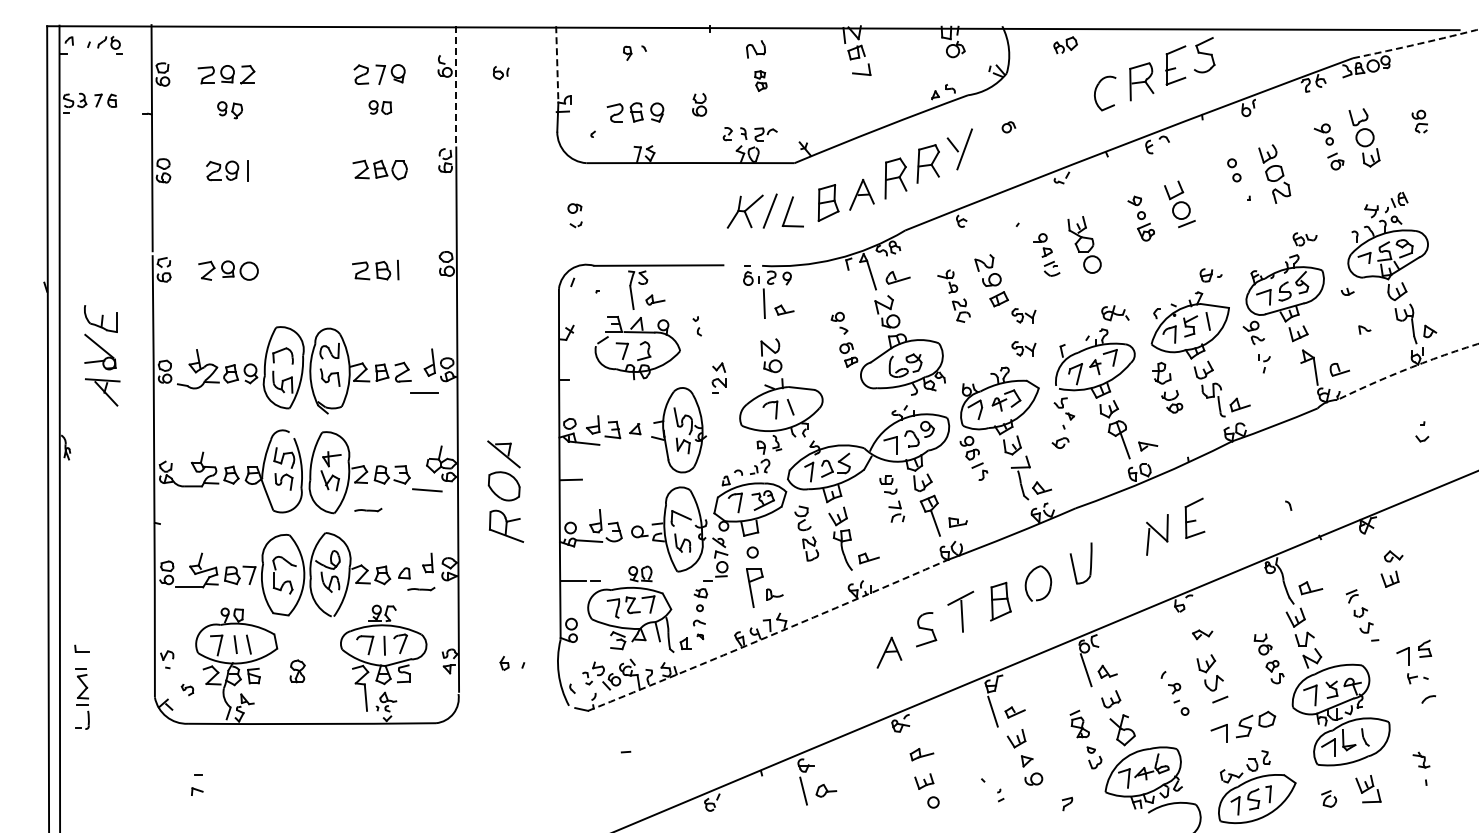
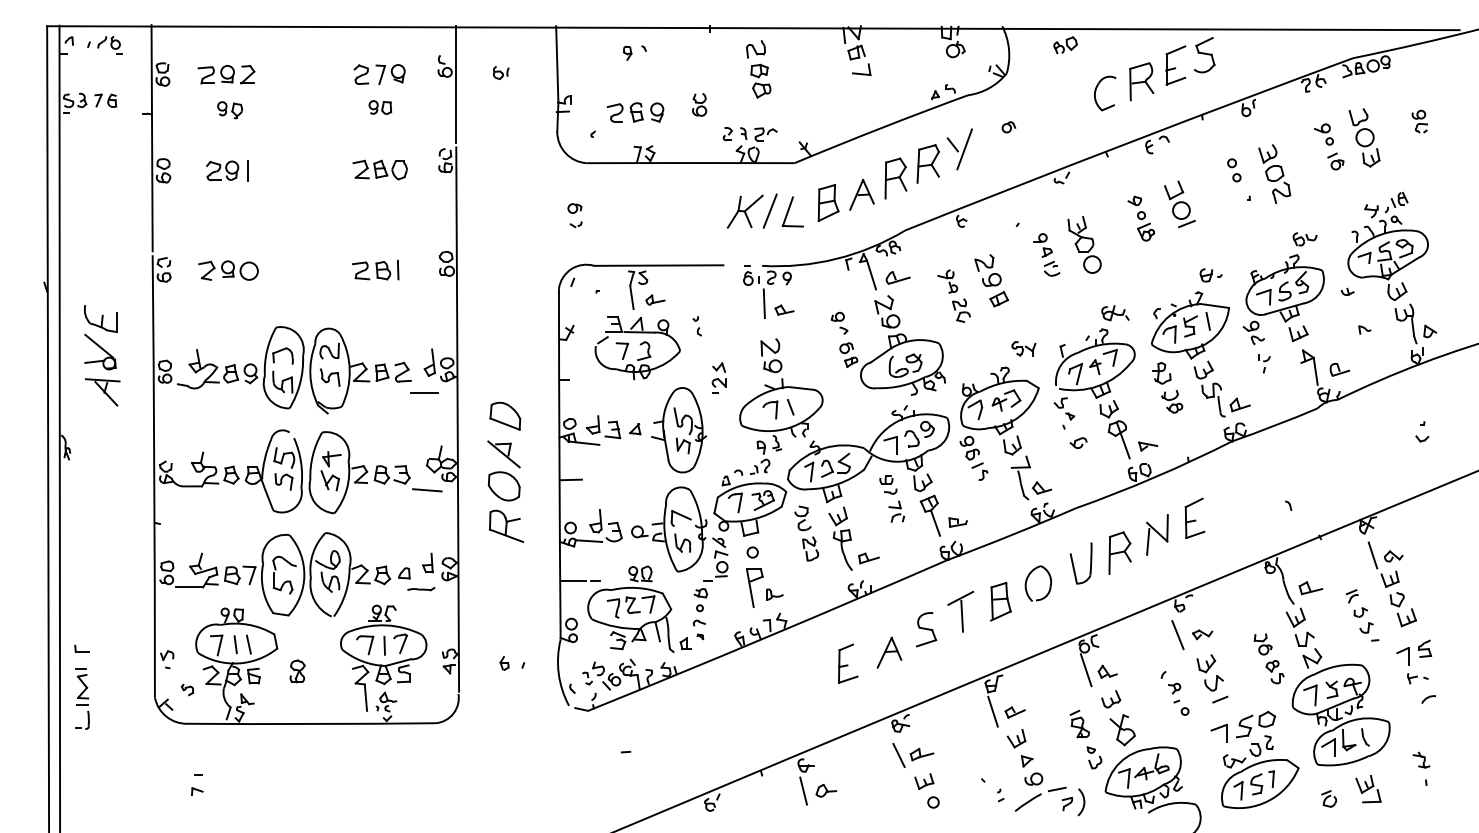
arc at (1416, 44): dashed -> solid
line at (557, 64): dashed -> solid
part at (760, 80) size: 14x22 px -> 22x36 px
line at (456, 84): dashed -> solid
part at (1023, 315): present -> none
arc at (1406, 369): dashed -> solid
part at (505, 415): none -> present
part at (1060, 442) position: (1060, 442) -> (1078, 442)
part at (368, 509): present -> none
part at (1119, 552): none -> present
line at (1372, 555): none -> present
part at (1402, 609): none -> present
line at (1177, 635): none -> present
arc at (768, 636): dashed -> solid
part at (848, 663): none -> present
line at (898, 754): none -> present
part at (1257, 787) position: (1257, 787) -> (1260, 772)
part at (1040, 798): none -> present
arc at (1083, 802): none -> present
